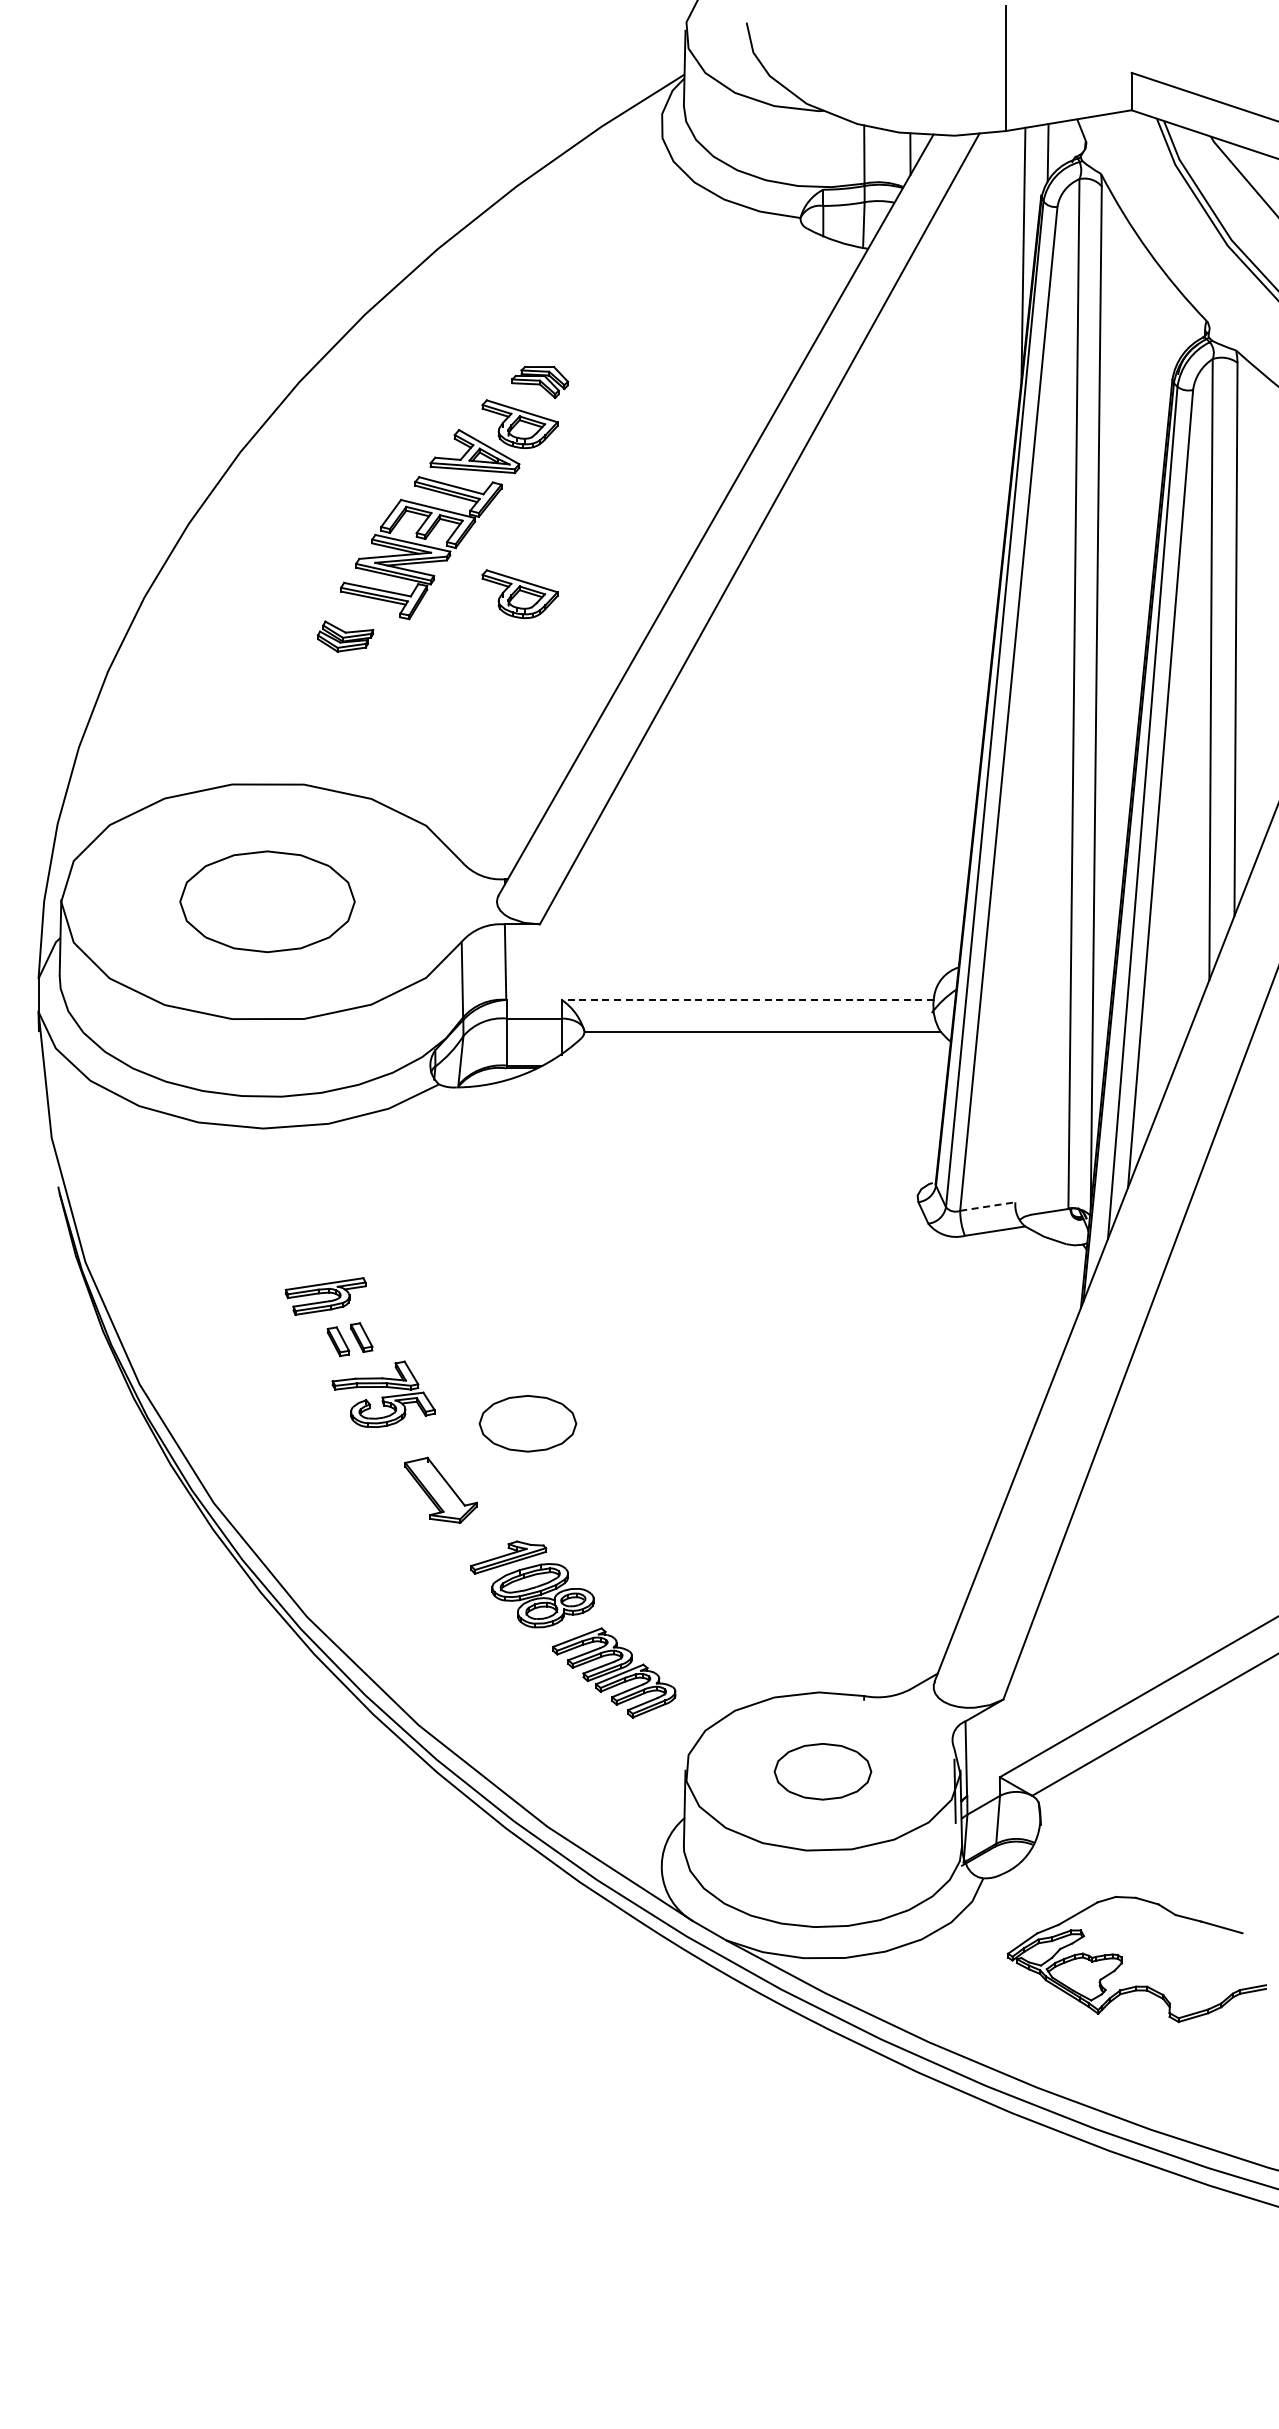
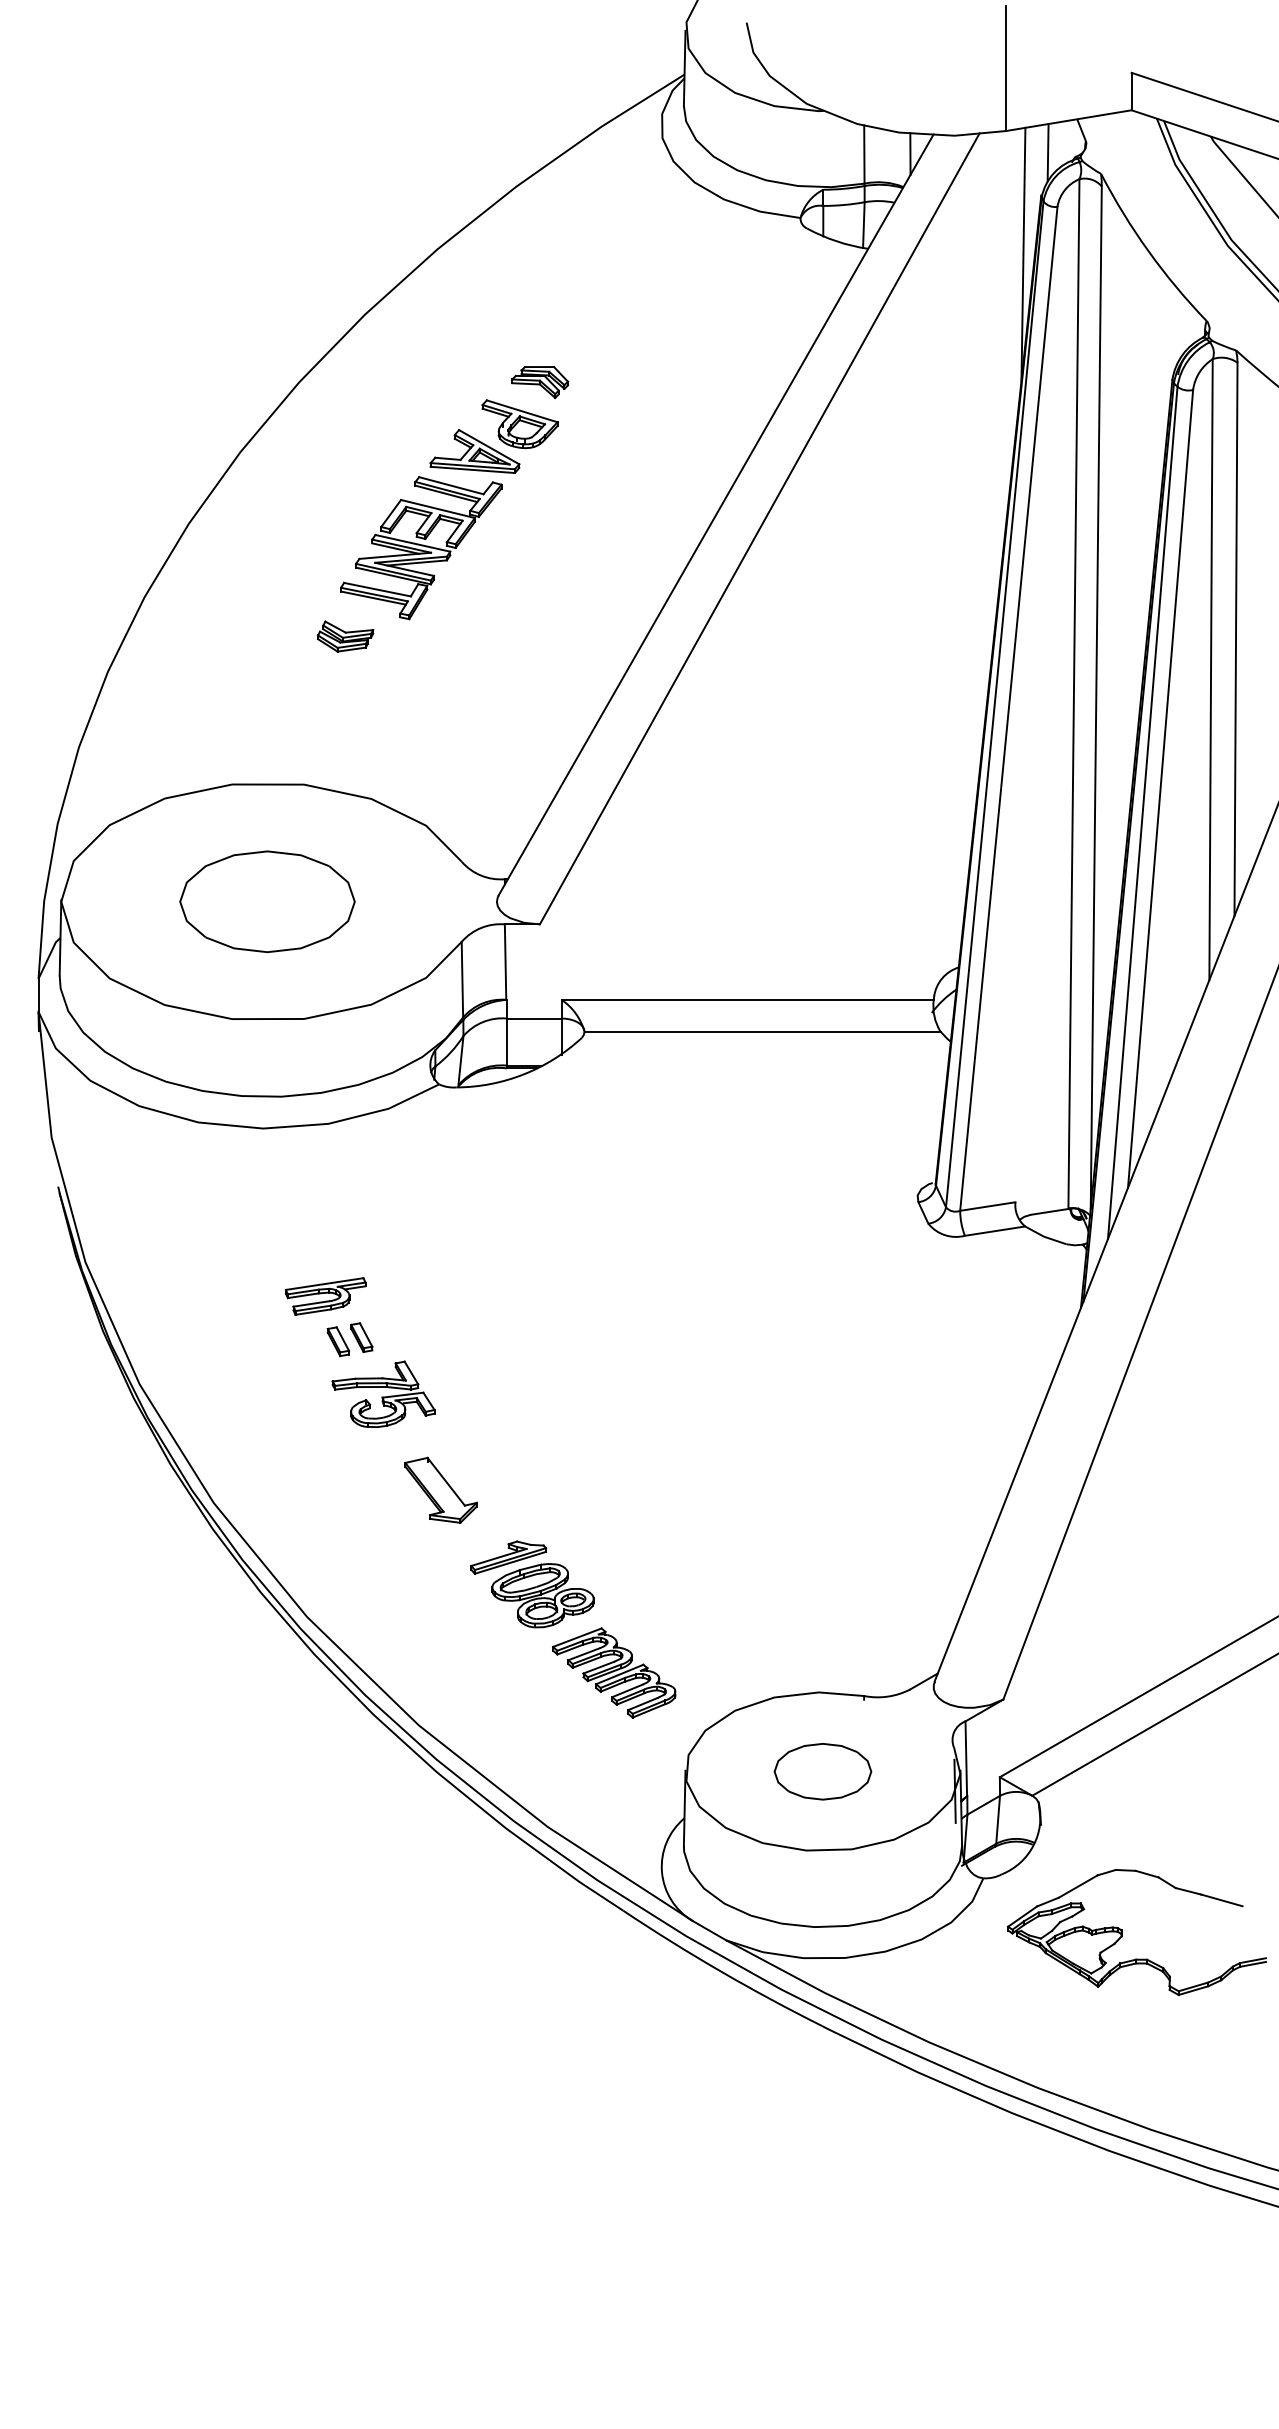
part at (519, 594): present -> none
line at (747, 999): dashed -> solid
line at (987, 1206): dashed -> solid
part at (527, 1423): present -> none
part at (1122, 1959) position: (1122, 1959) -> (1122, 1932)
